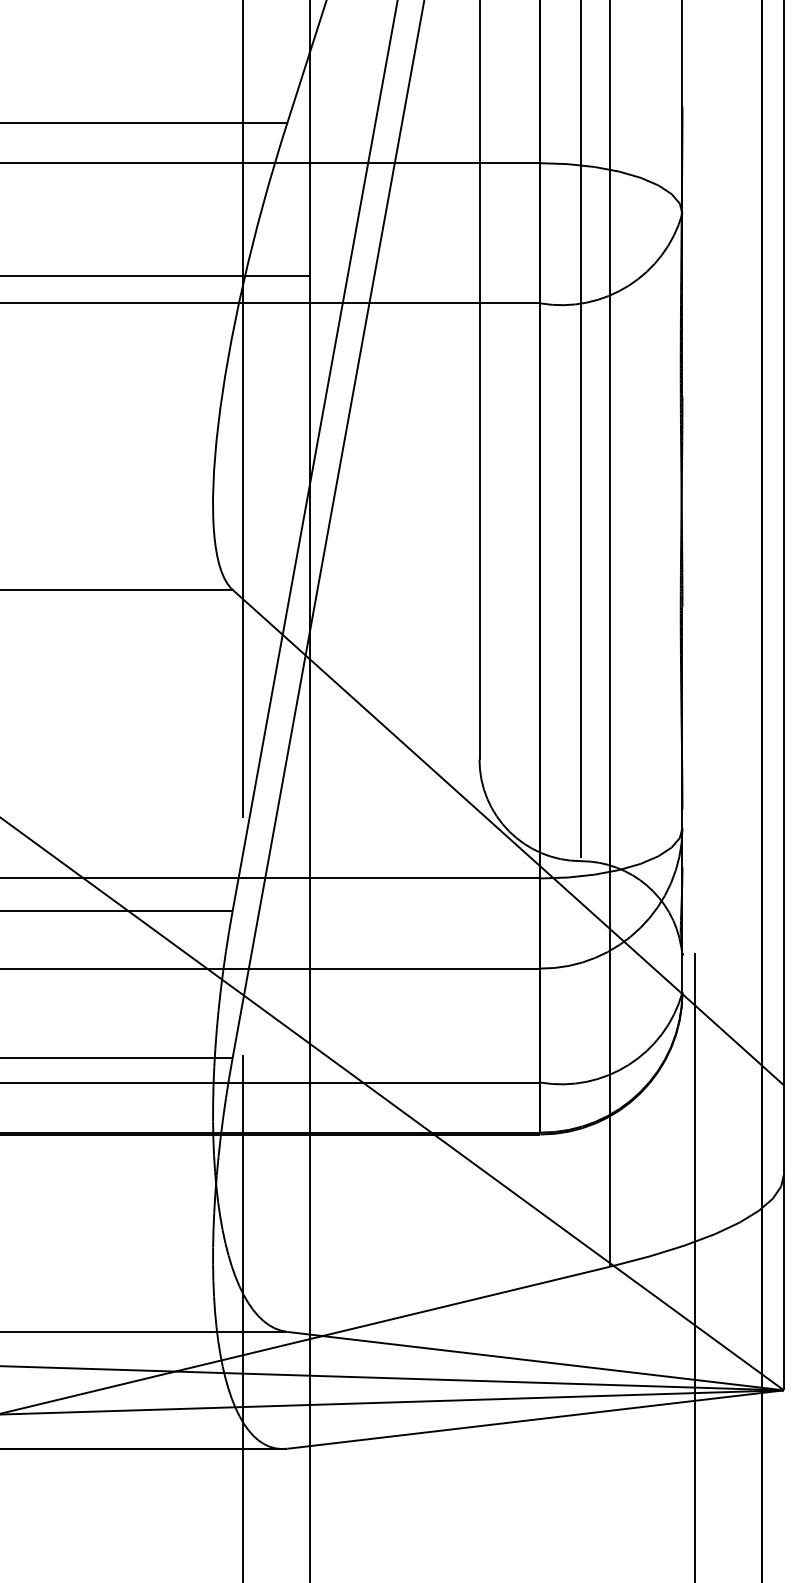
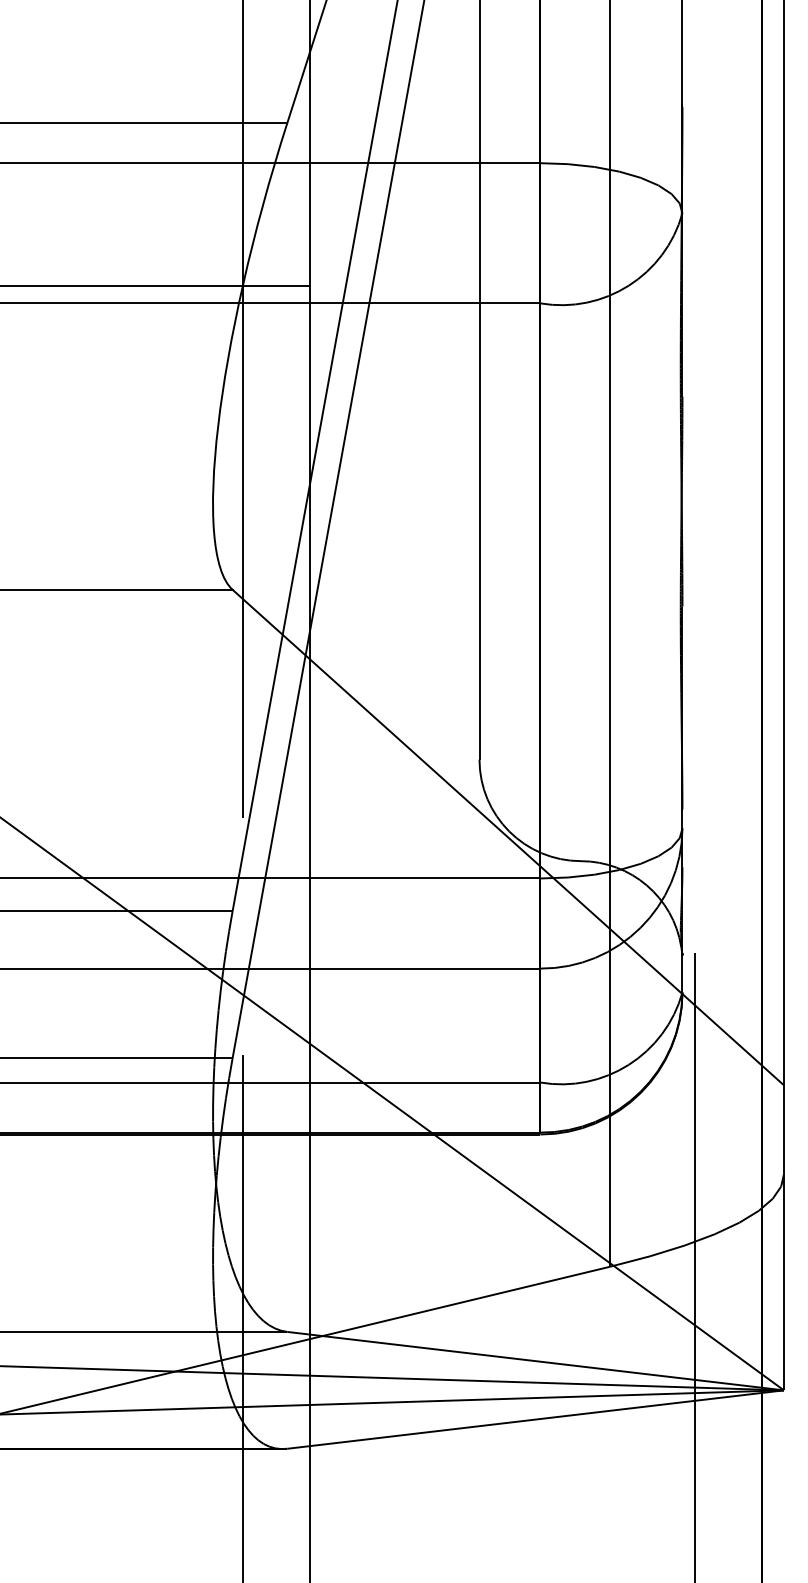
line at (155, 276) position: (155, 276) -> (155, 286)
line at (580, 429): present -> none
